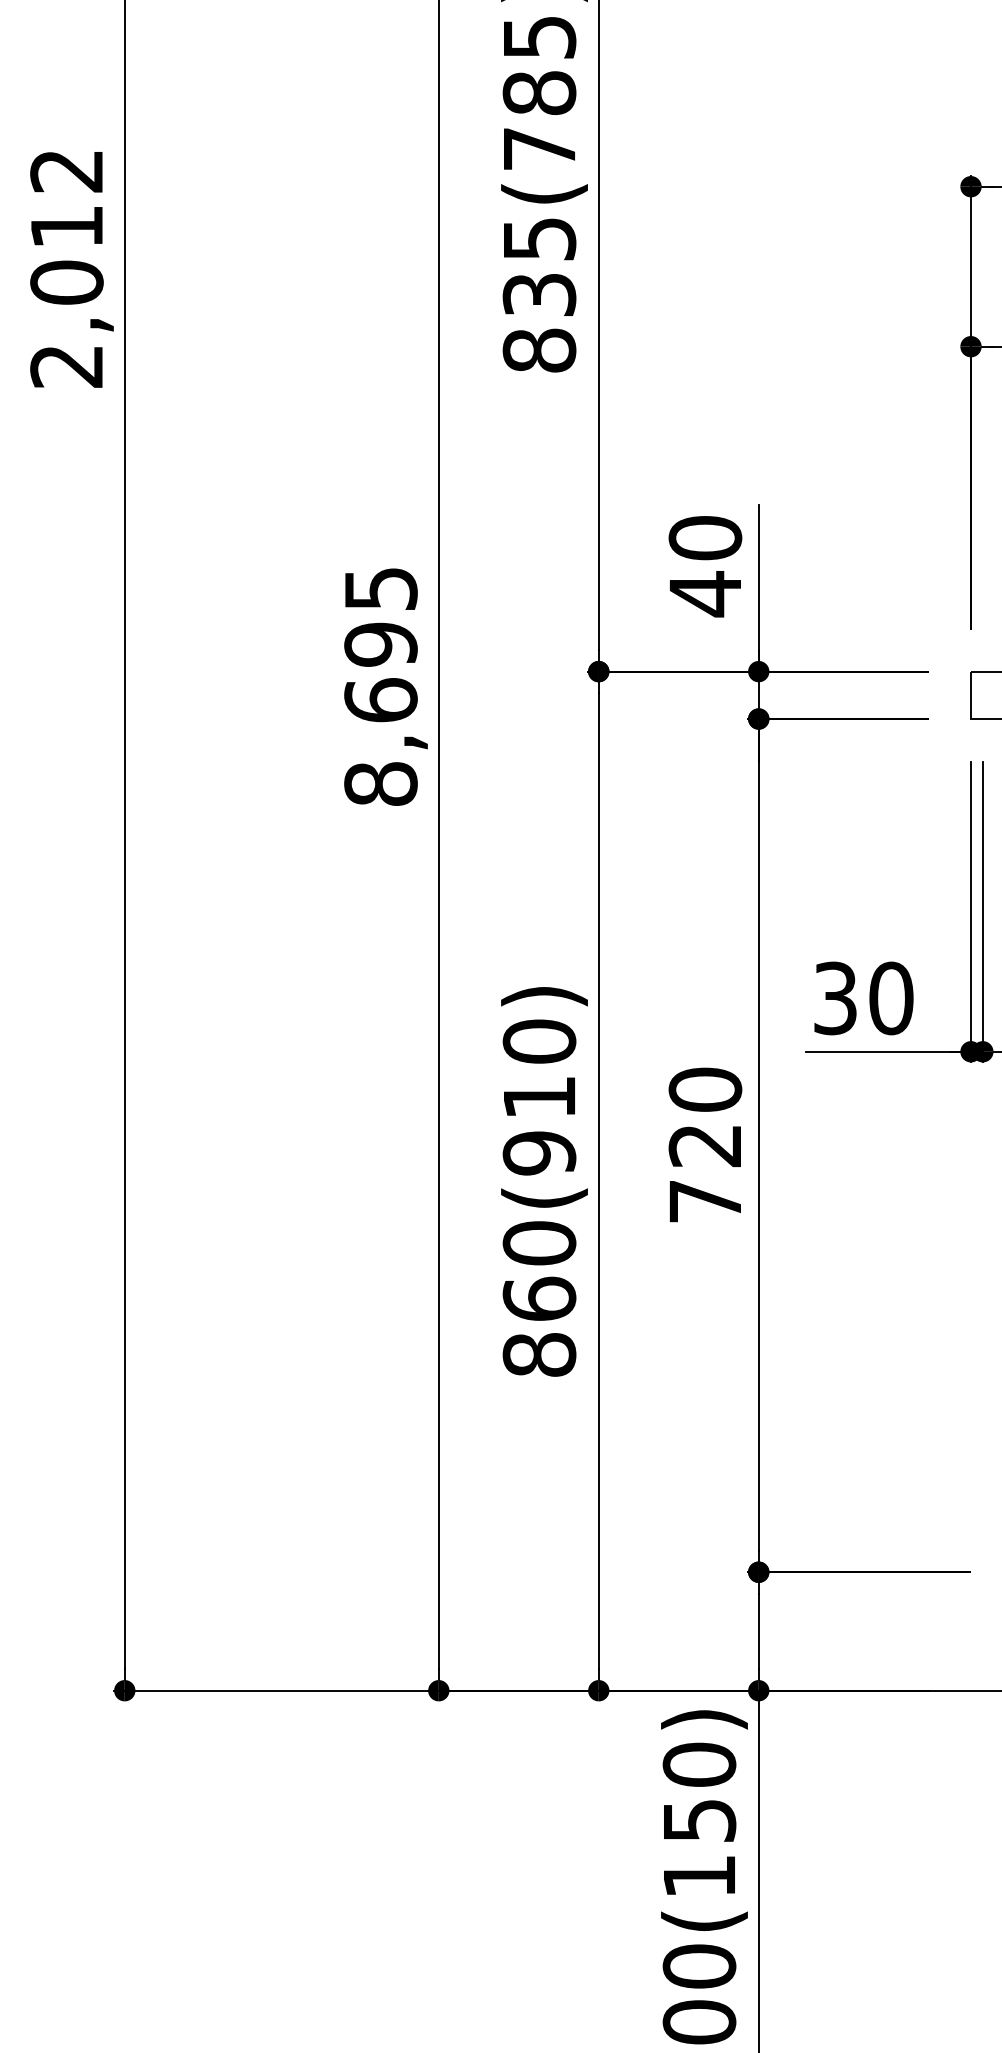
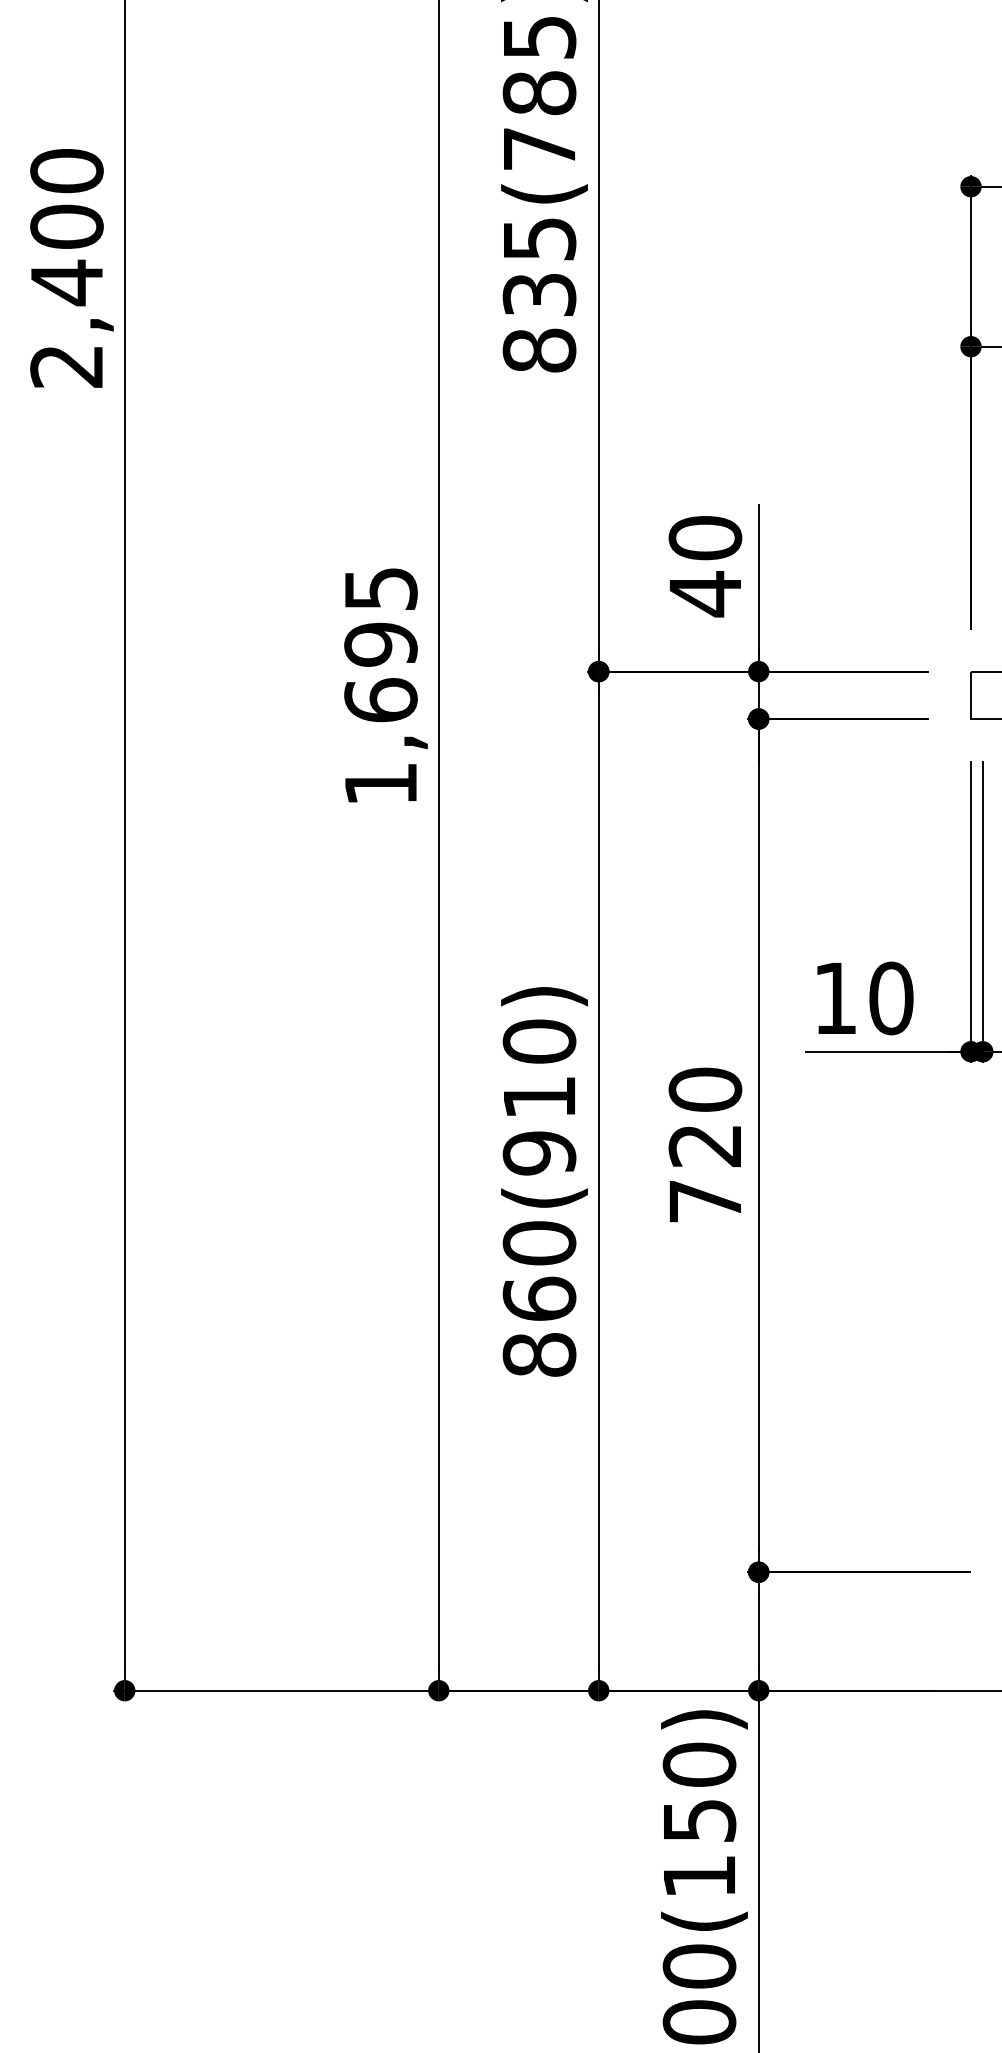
text at (66, 227): 2,012 -> 2,400
text at (380, 783): 8,695 -> 1,695
text at (835, 998): 30 -> 10
